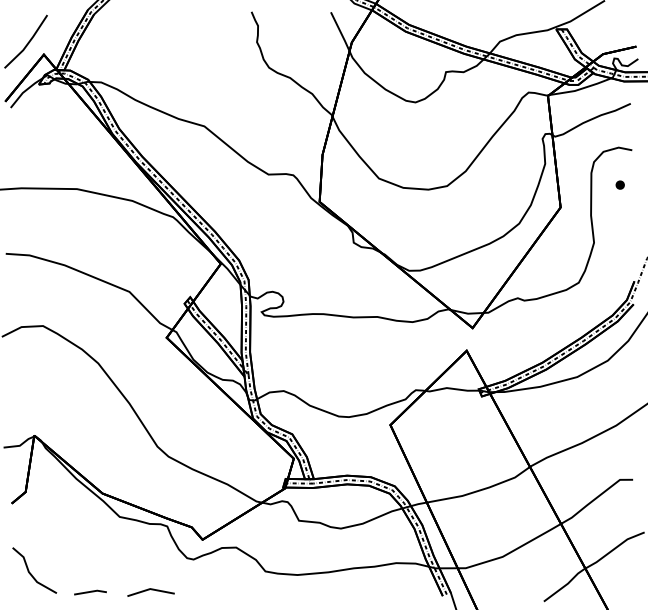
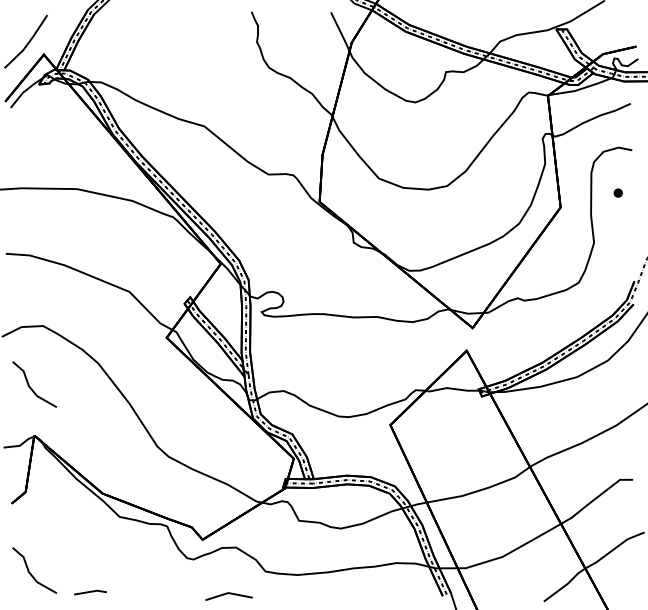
part at (619, 184) position: (619, 184) -> (617, 192)
line at (31, 387): none -> present
line at (149, 590) position: (149, 590) -> (227, 594)
